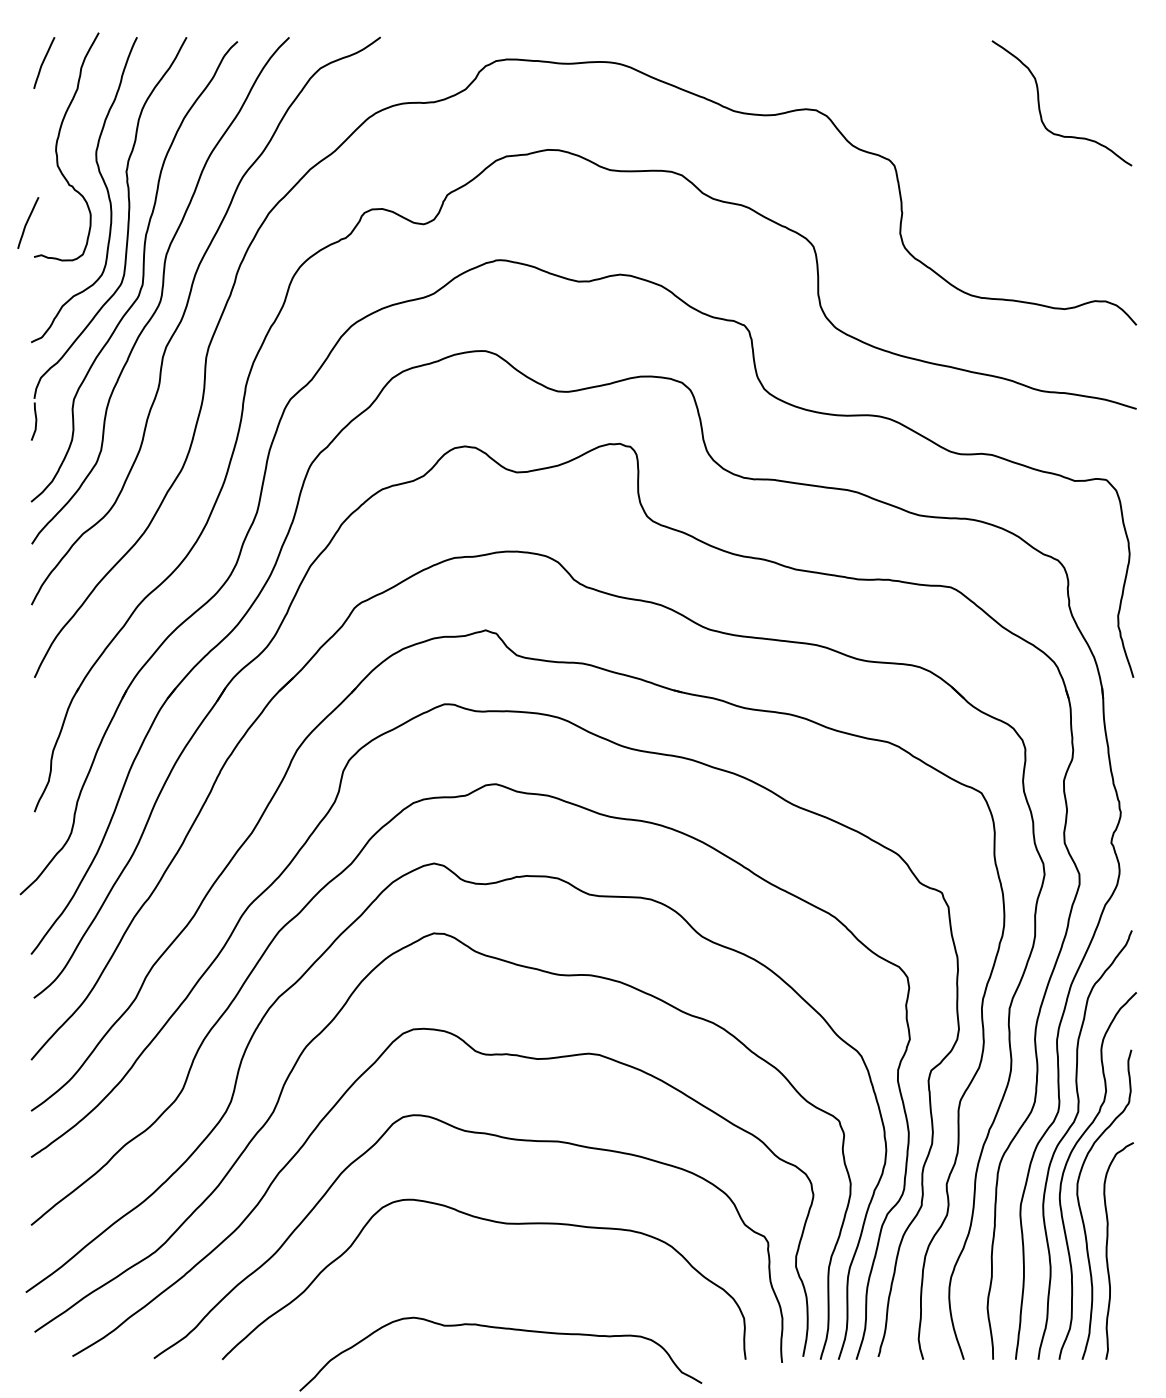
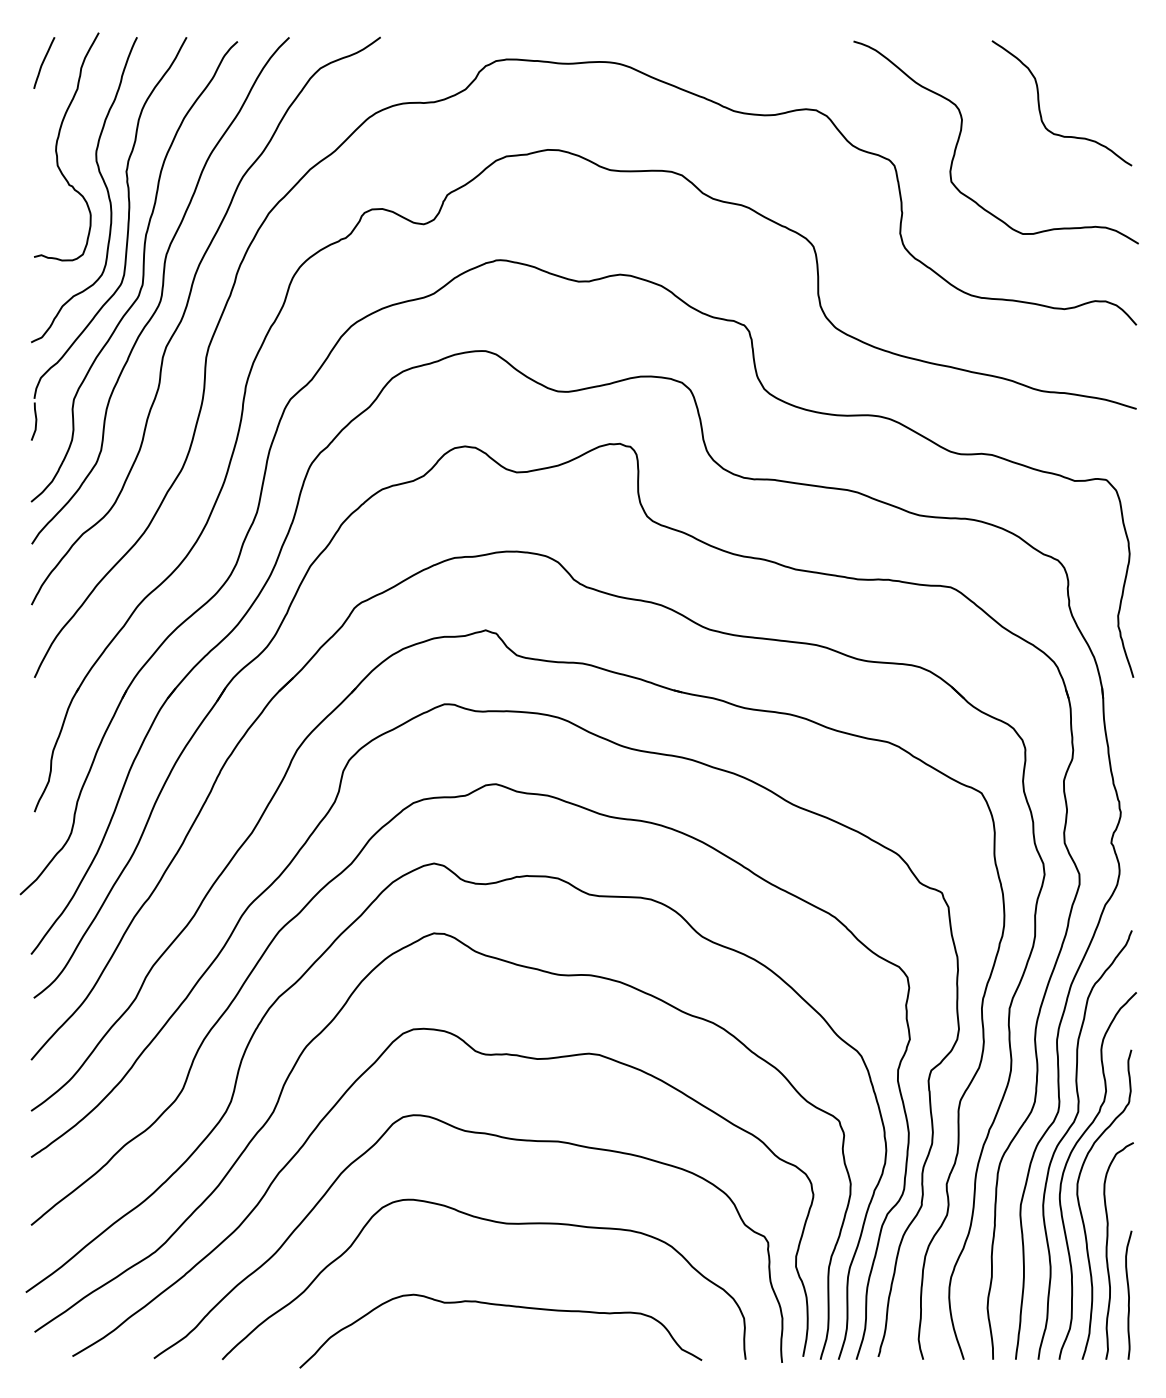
curve at (961, 133): none -> present
curve at (28, 221): present -> none
curve at (1128, 1294): none -> present
curve at (502, 1329) position: (502, 1329) -> (502, 1306)
